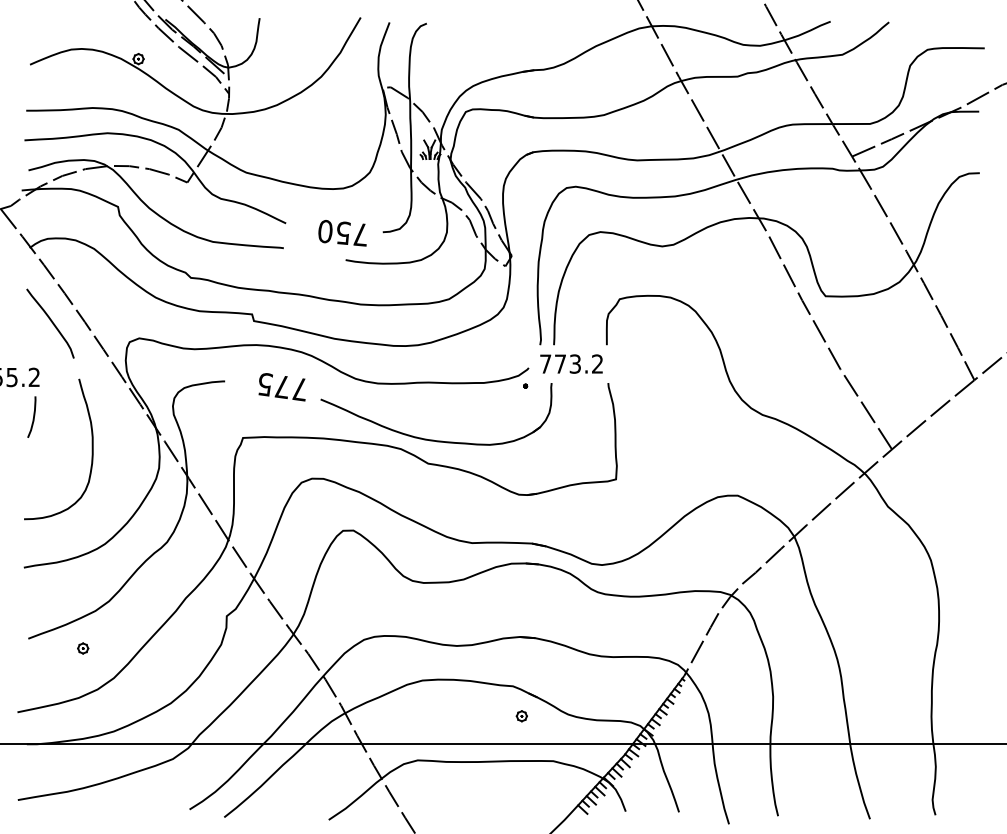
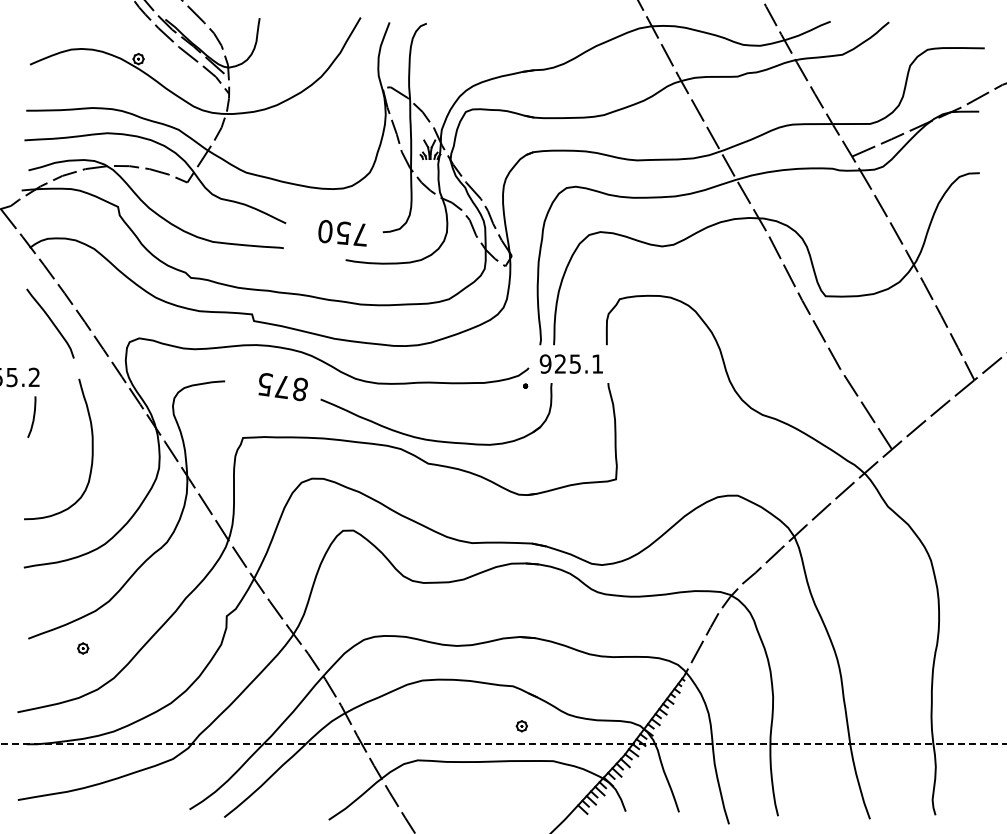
text at (570, 363): 773.2 -> 925.1
text at (299, 389): 775 -> 875
part at (521, 716) position: (521, 716) -> (521, 726)
line at (504, 744): solid -> dashed
